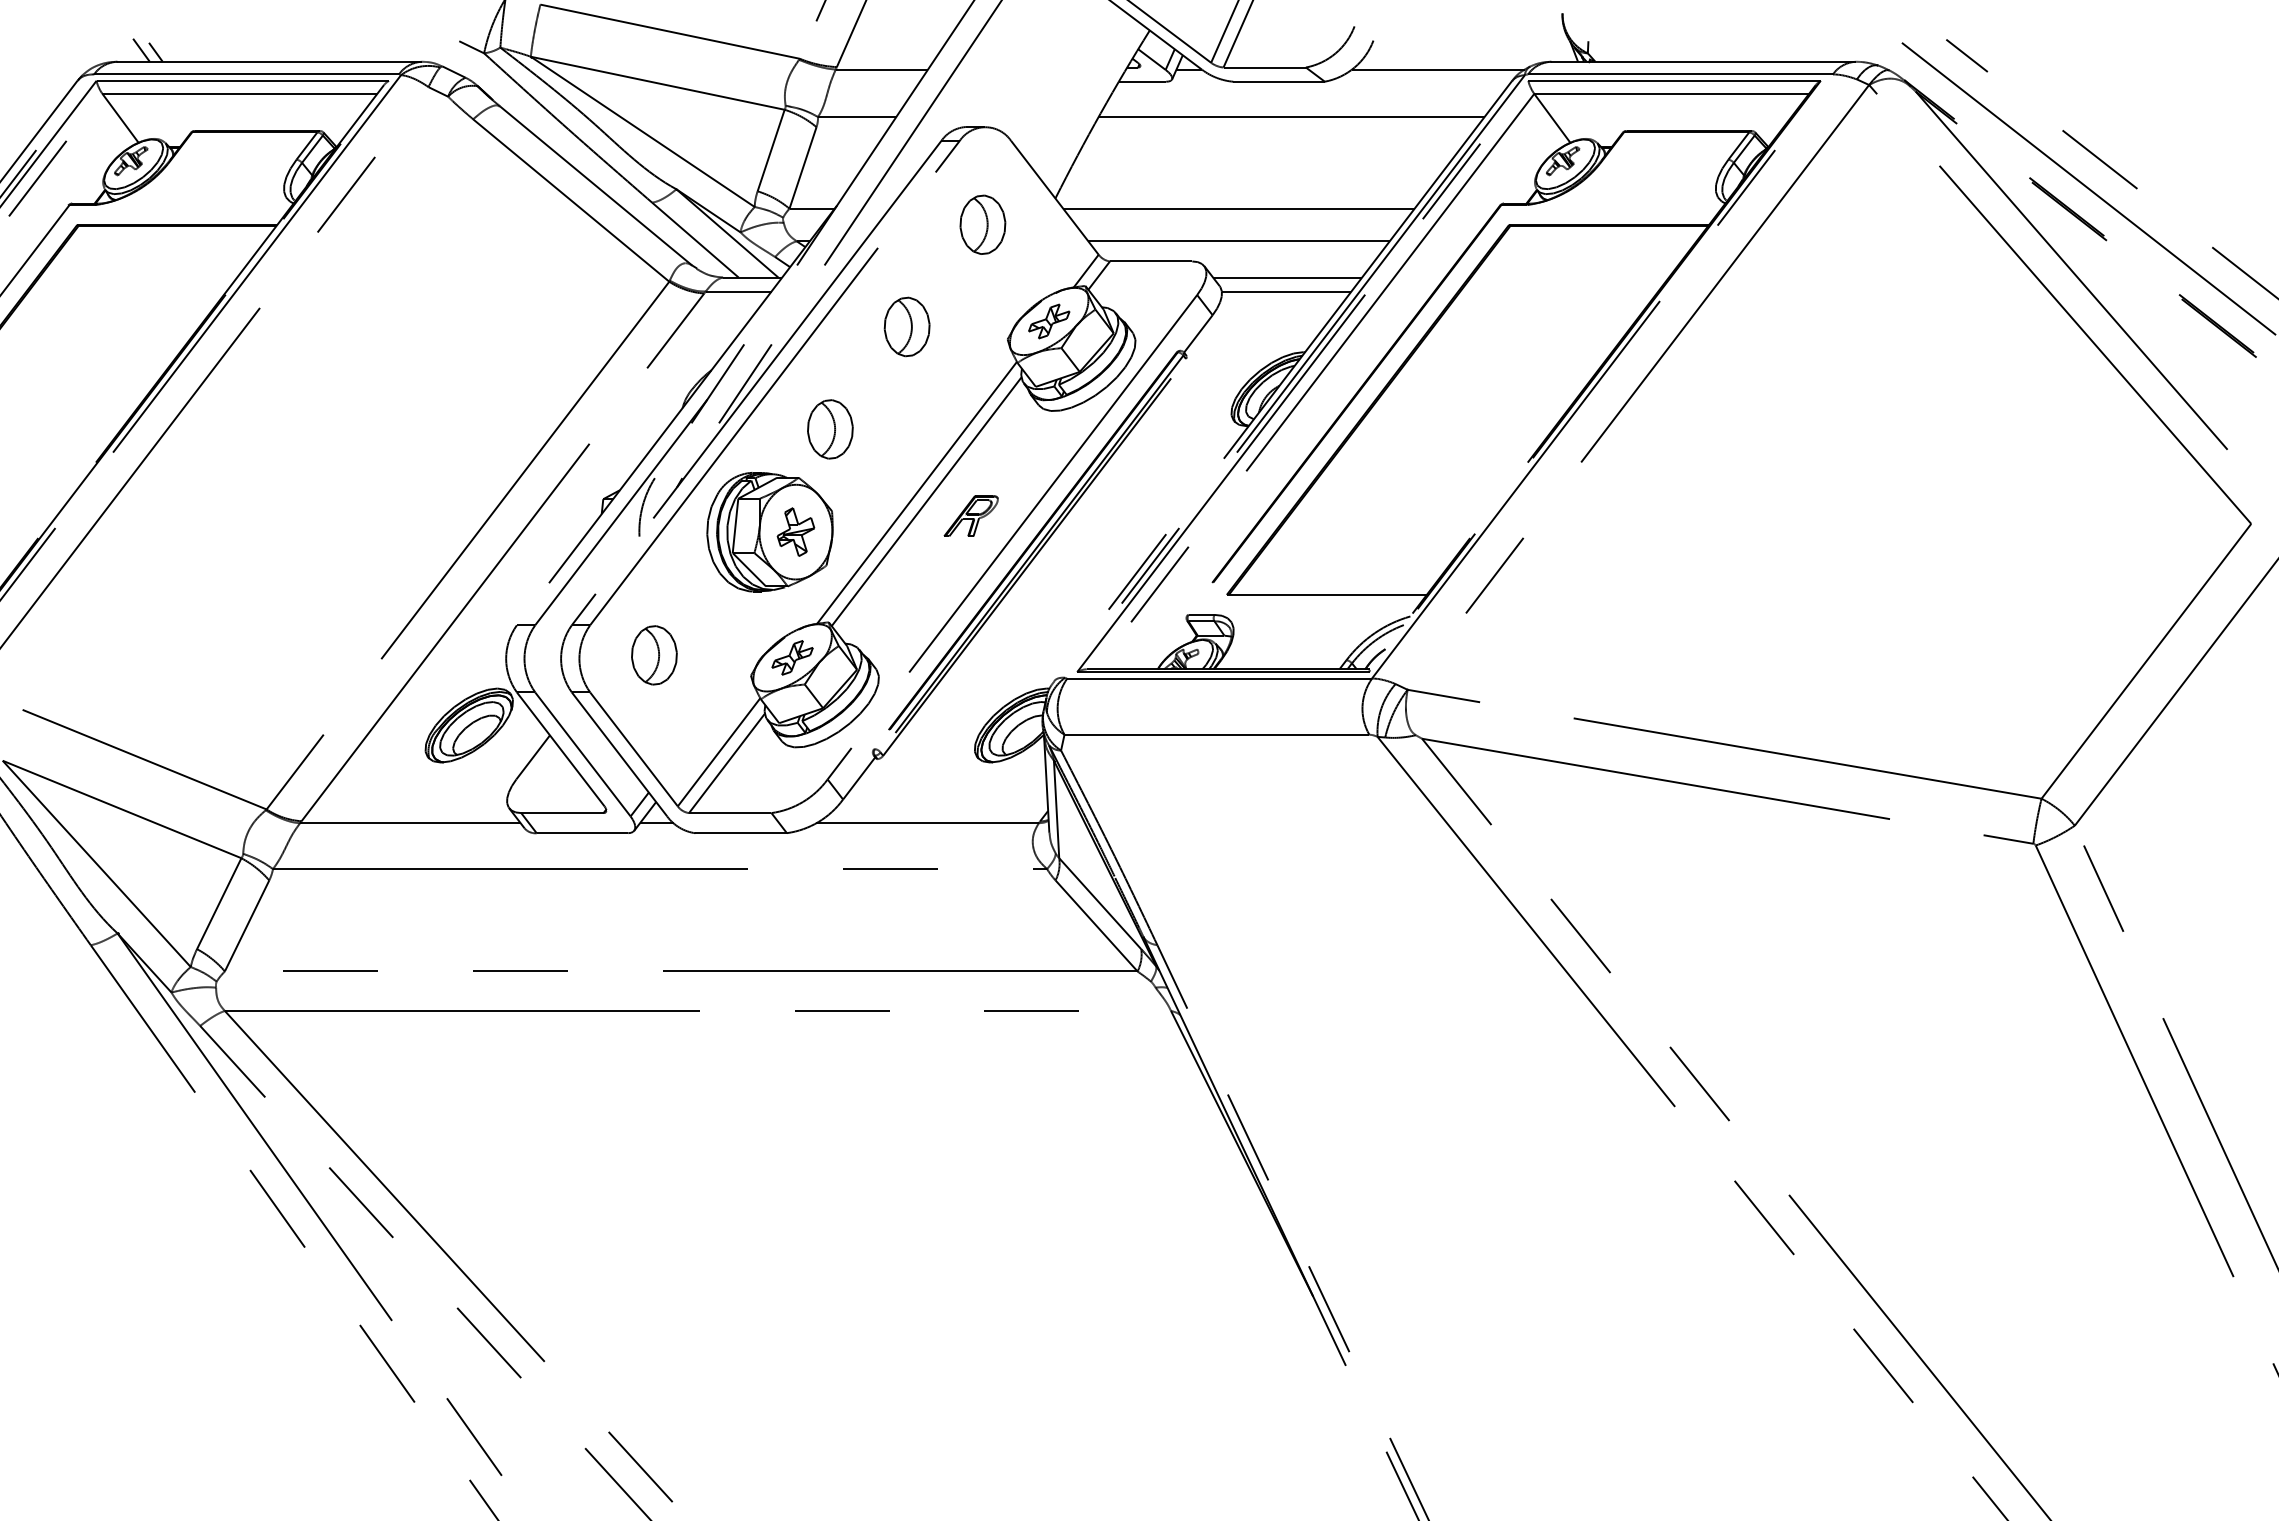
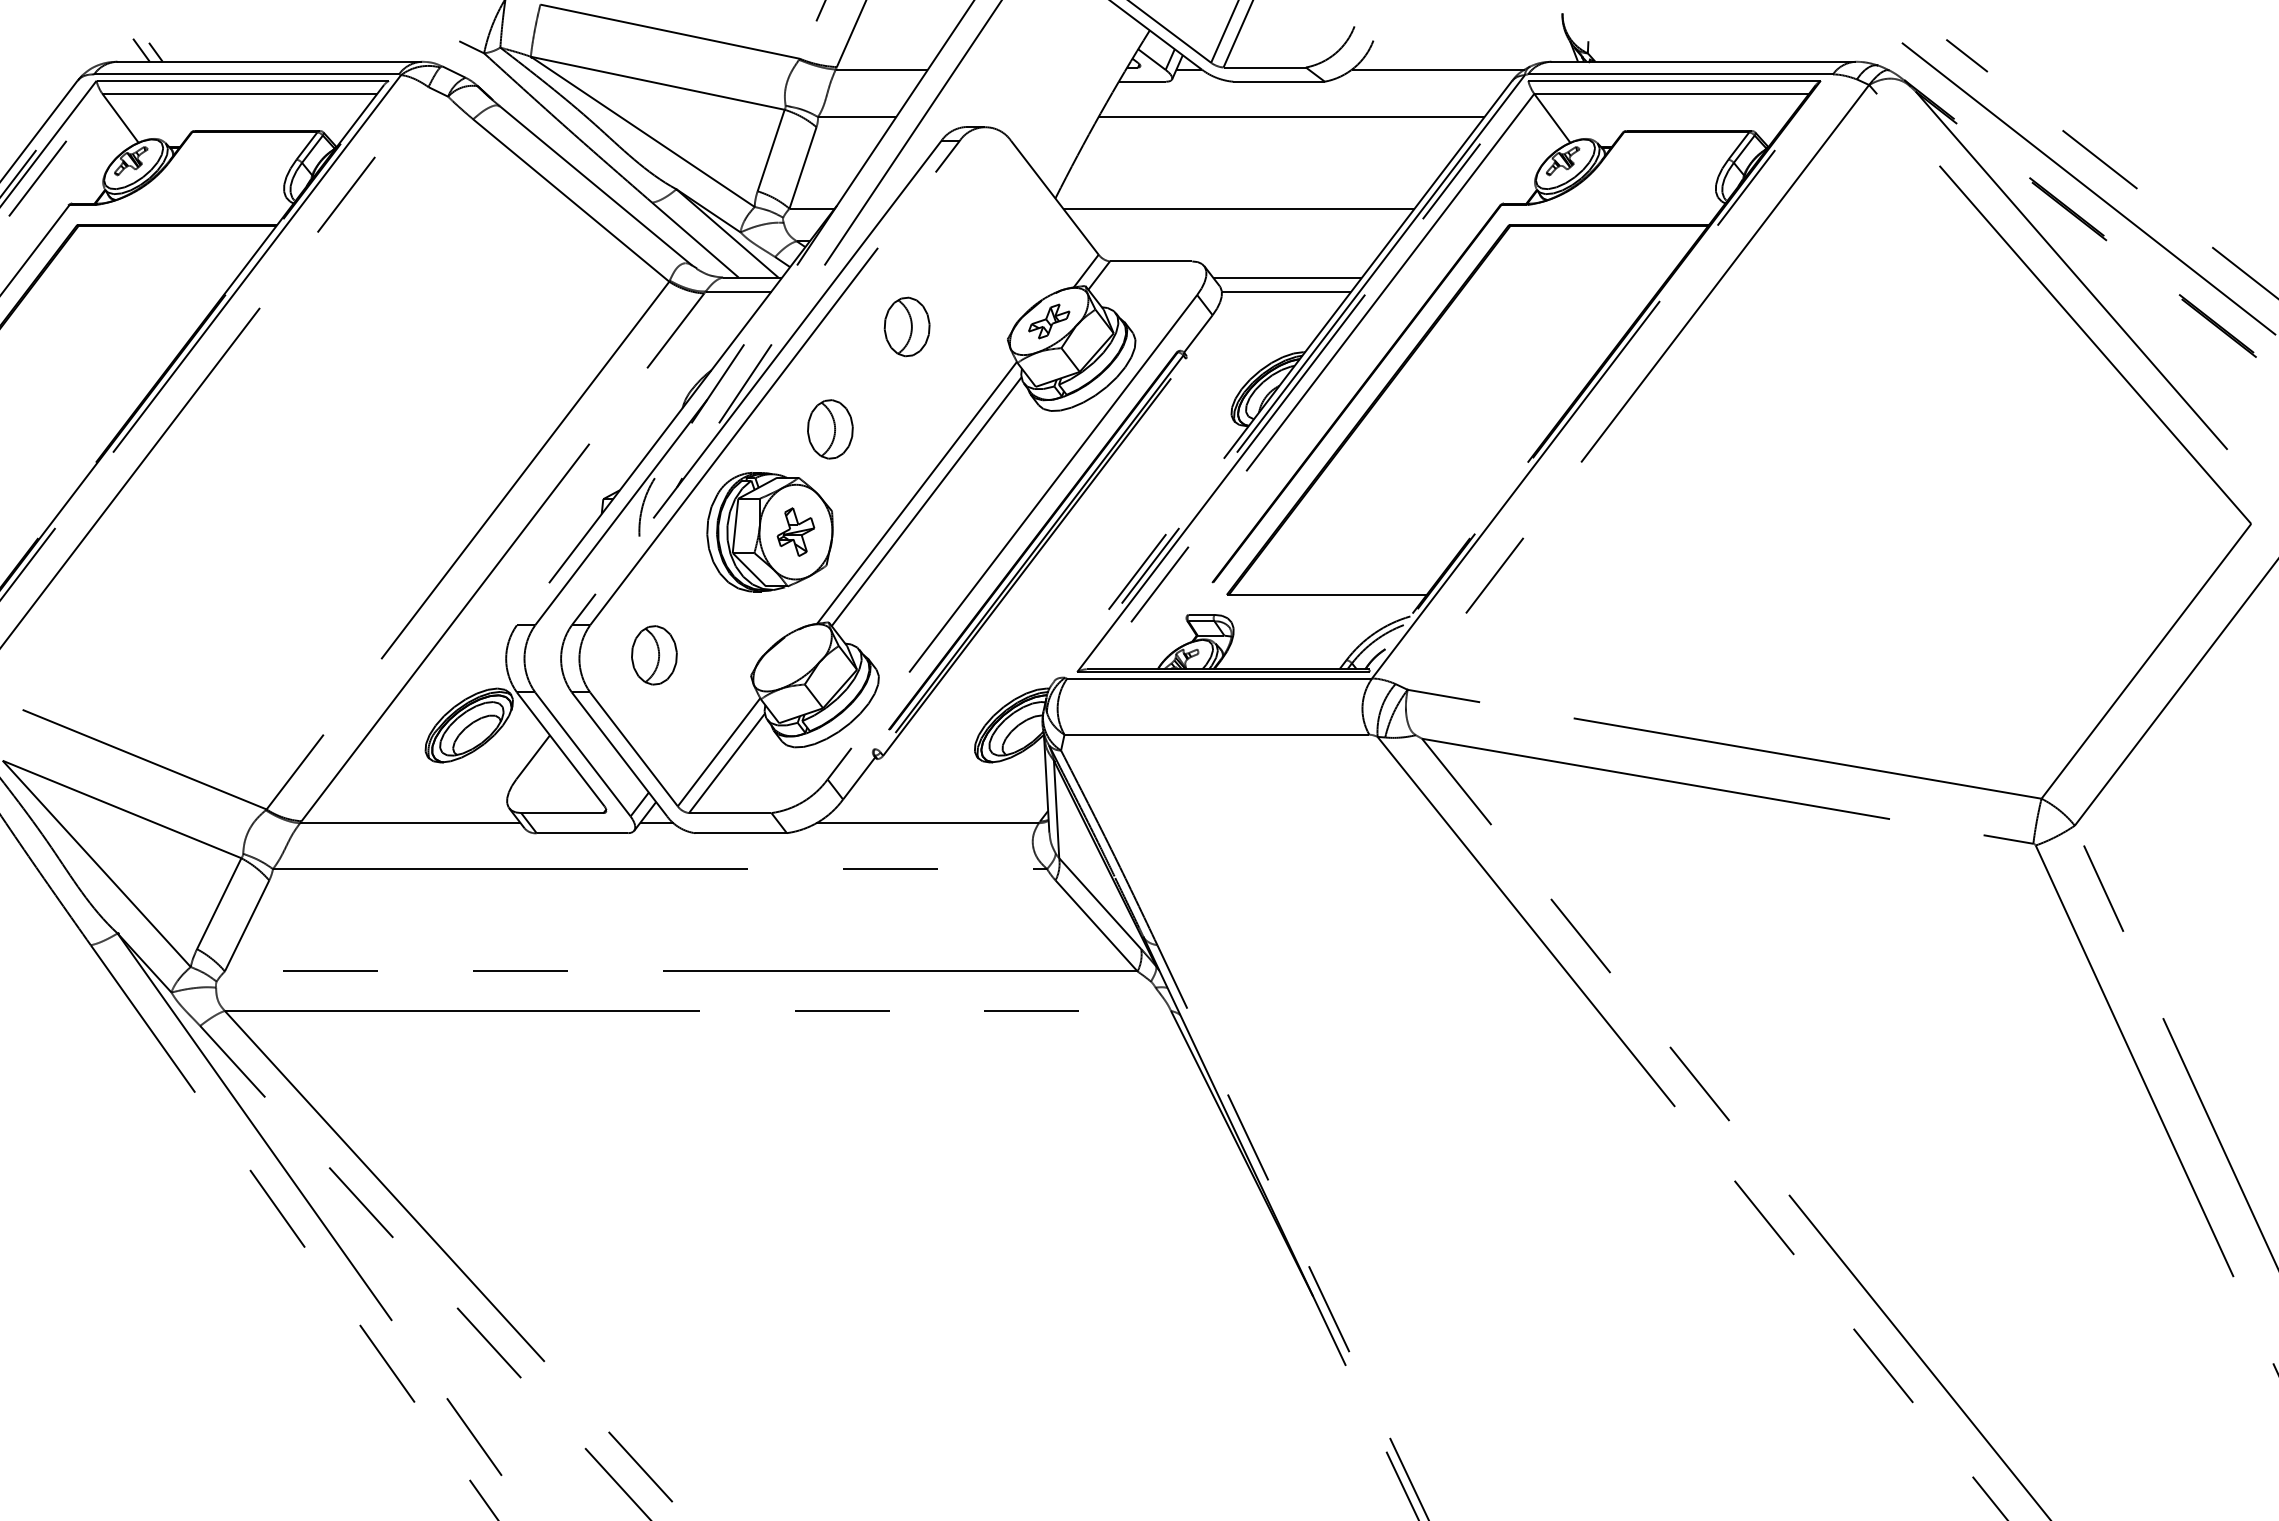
part at (982, 224): present -> none
line at (1238, 241): present -> none
part at (970, 515): present -> none
part at (792, 657): present -> none
